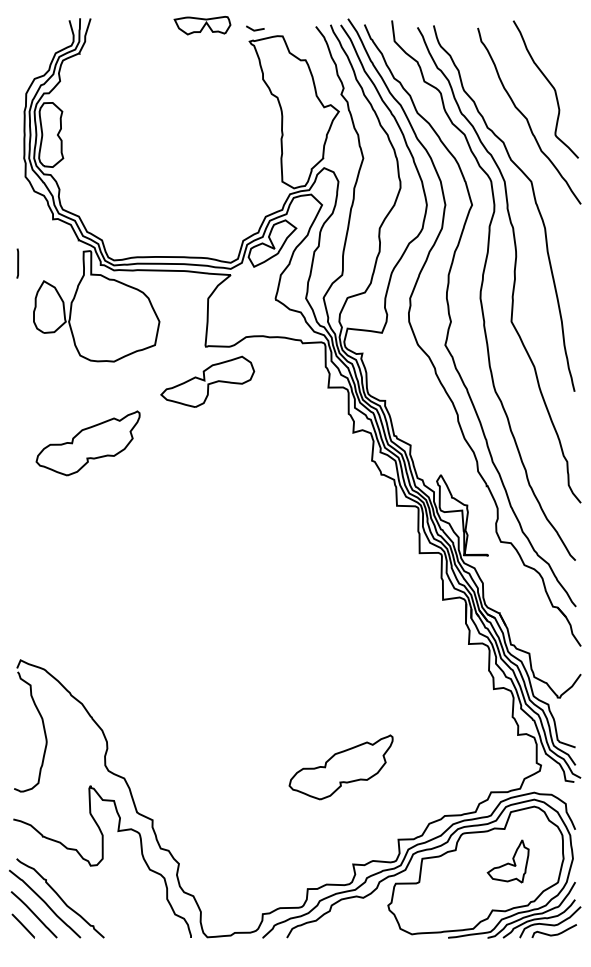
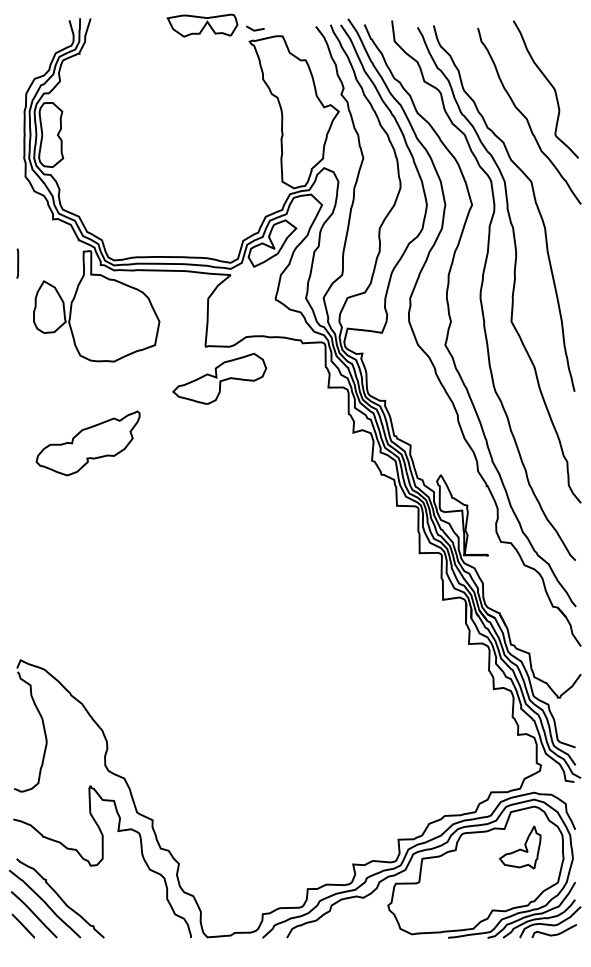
part at (202, 25) size: 59x20 px -> 73x25 px
part at (207, 381) position: (207, 381) -> (219, 378)
part at (340, 767): present -> none
part at (507, 861) position: (507, 861) -> (519, 847)
